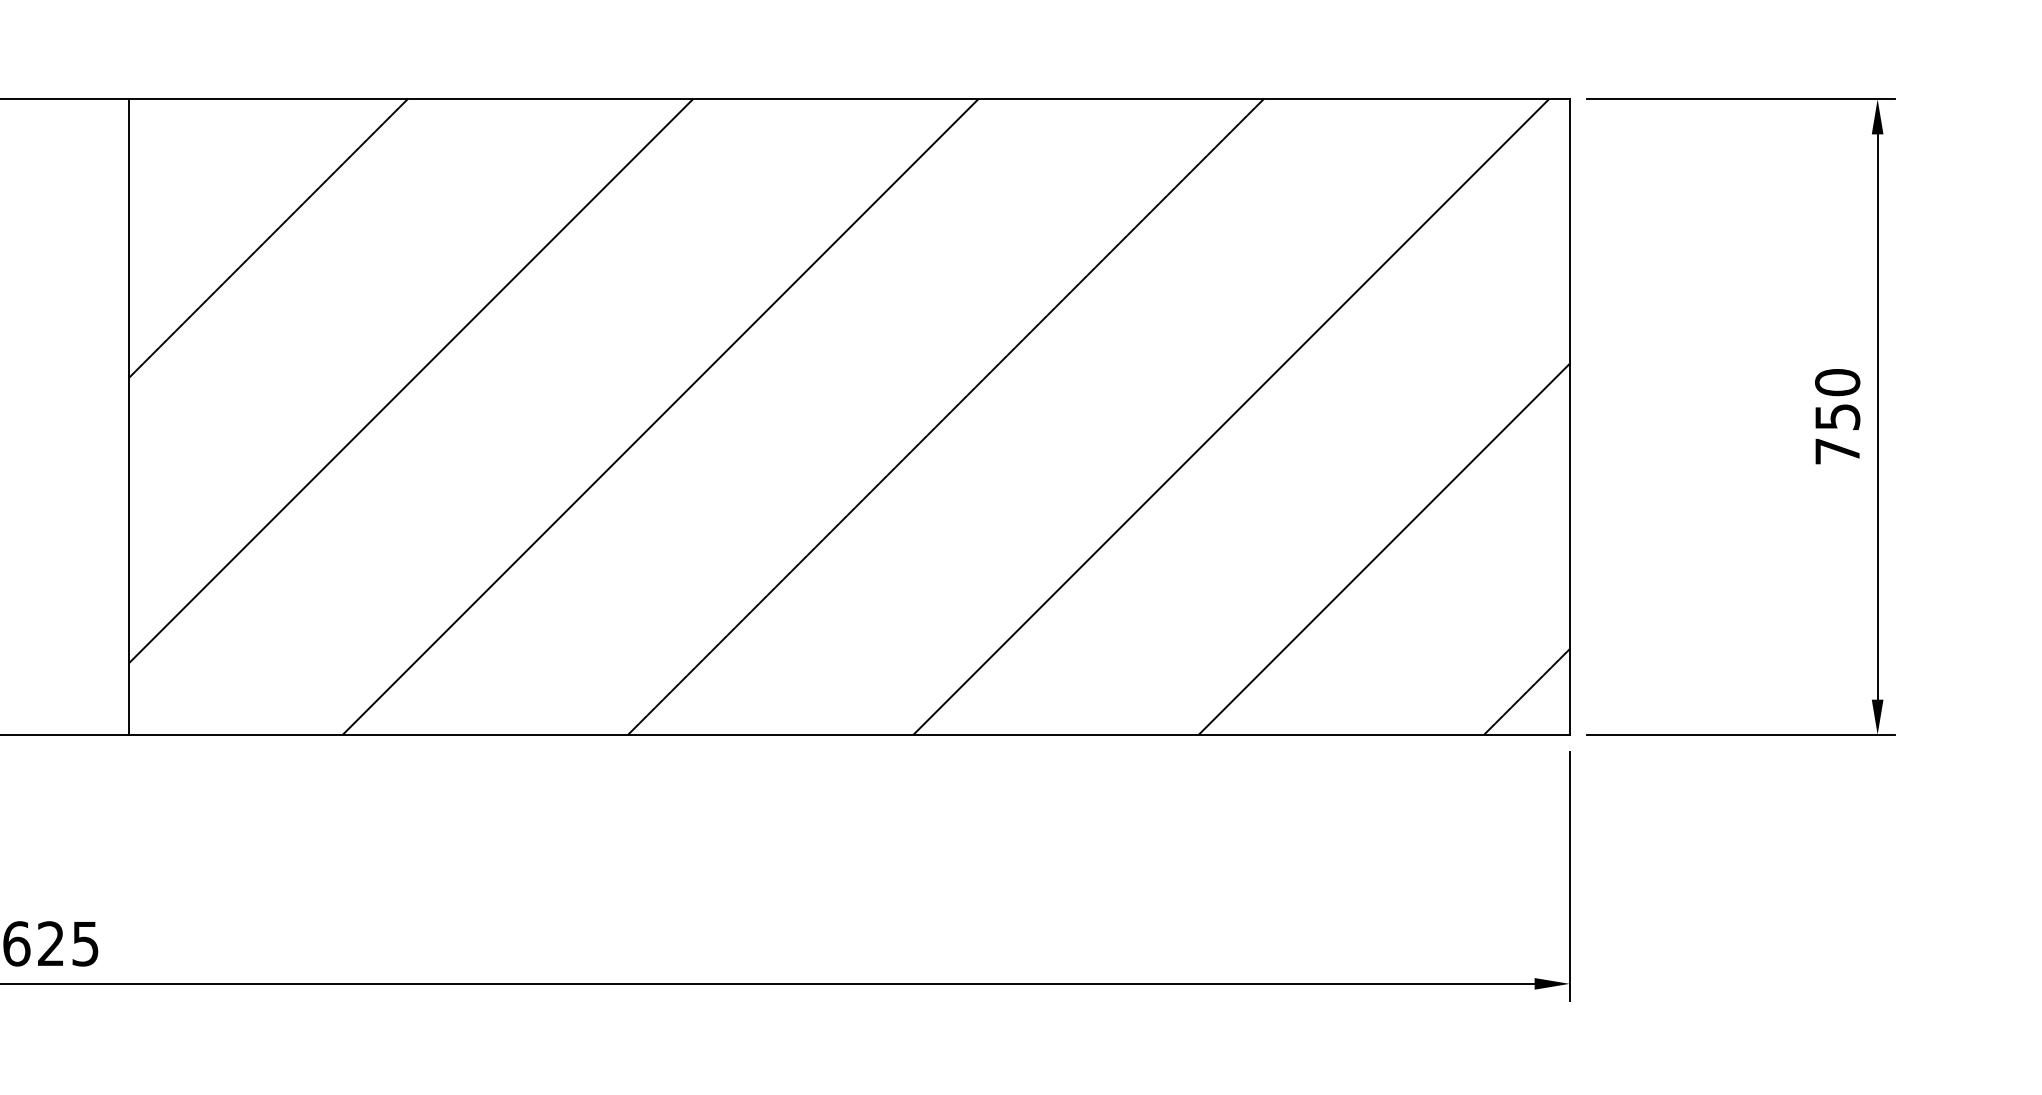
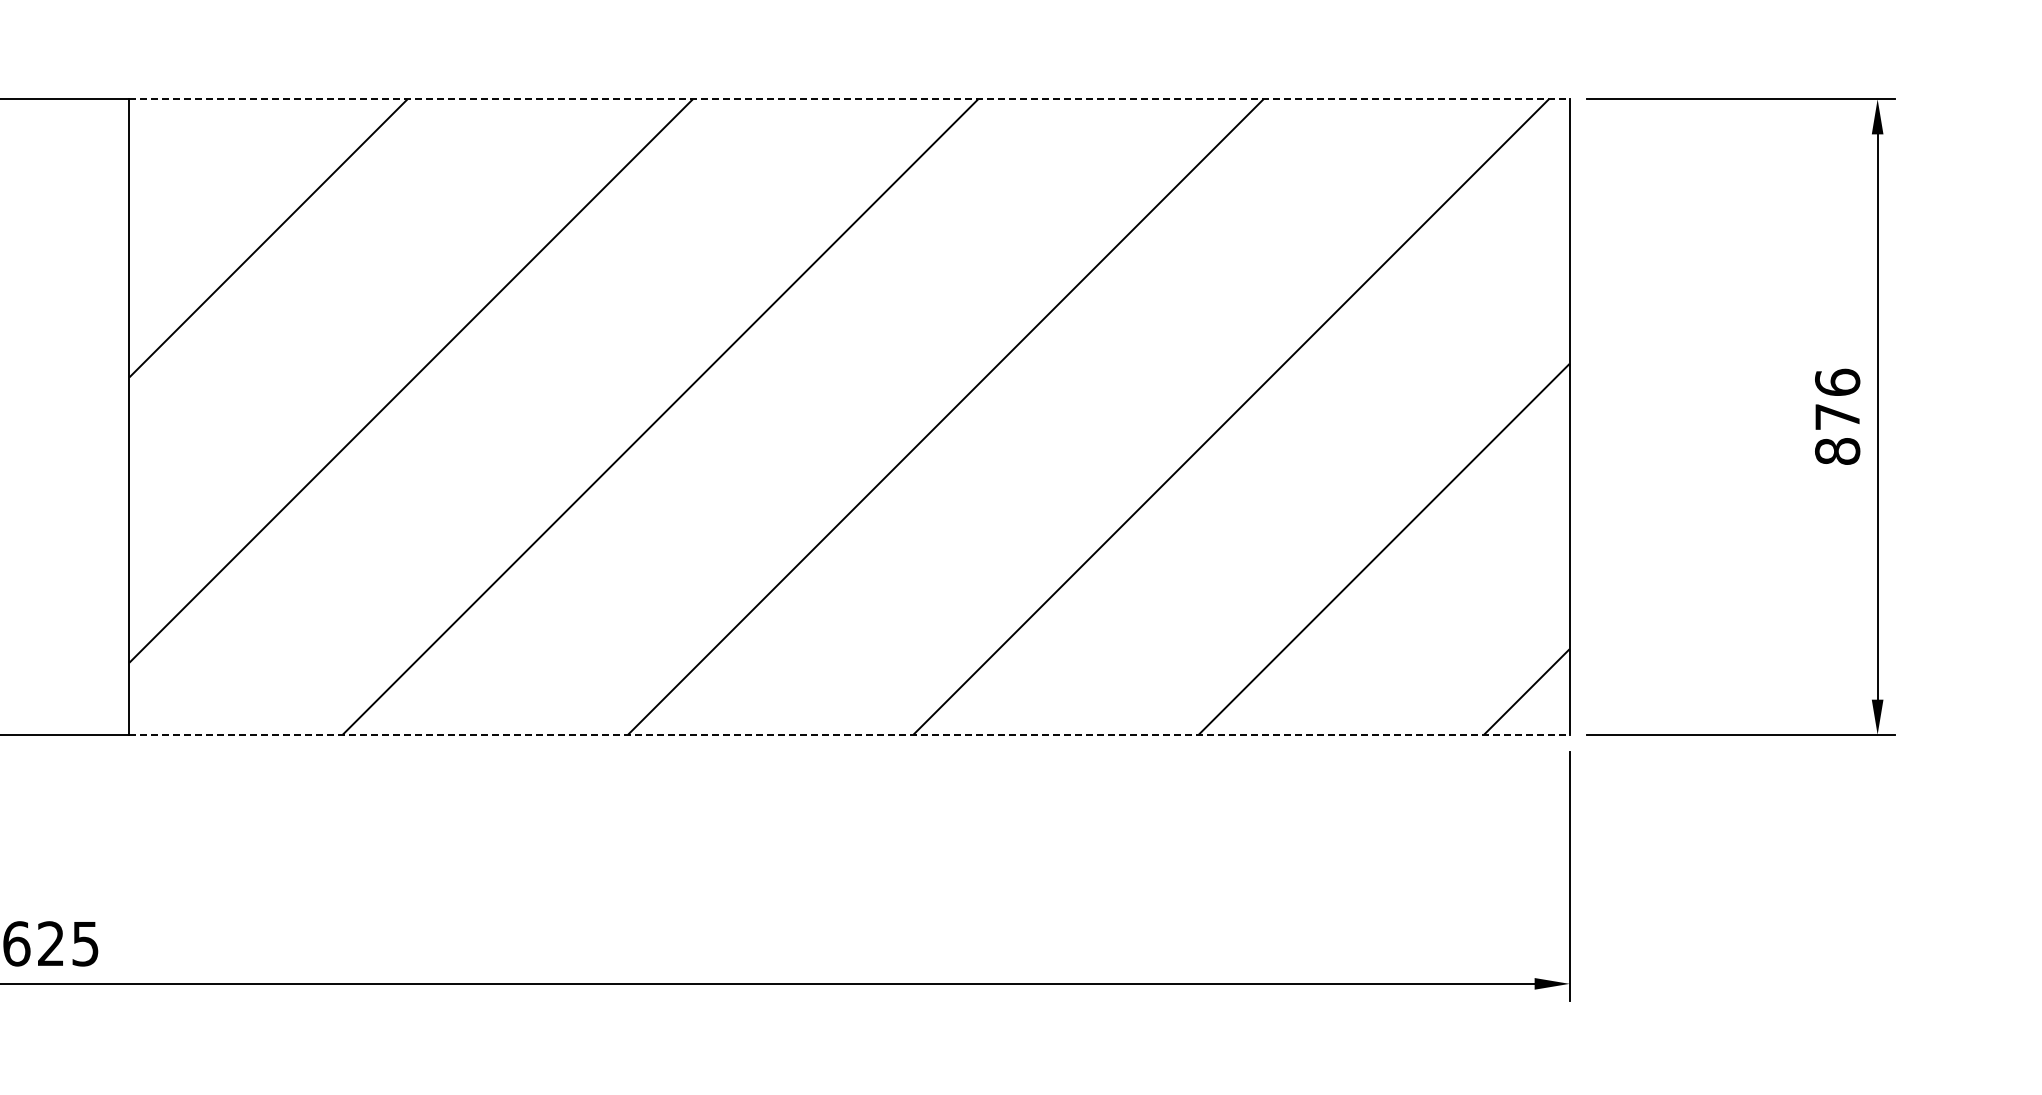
line at (850, 99): solid -> dashed
text at (1837, 416): 750 -> 876
line at (850, 734): solid -> dashed
